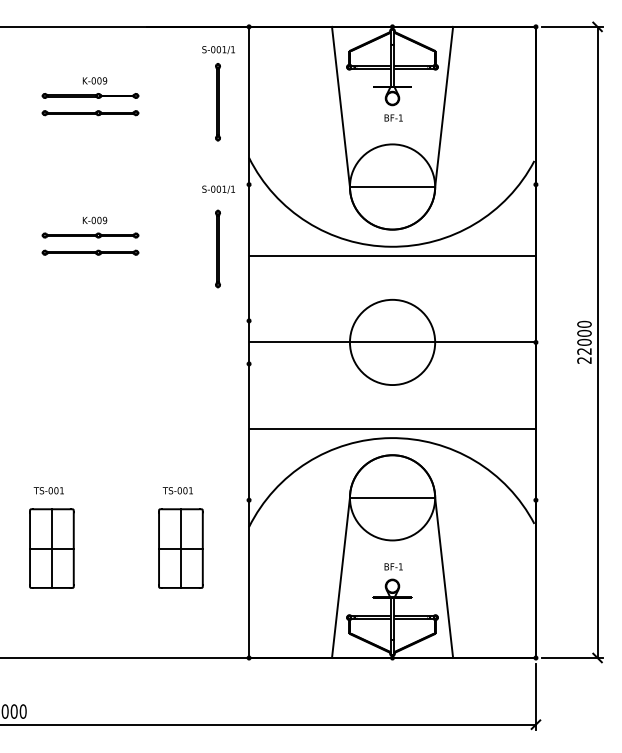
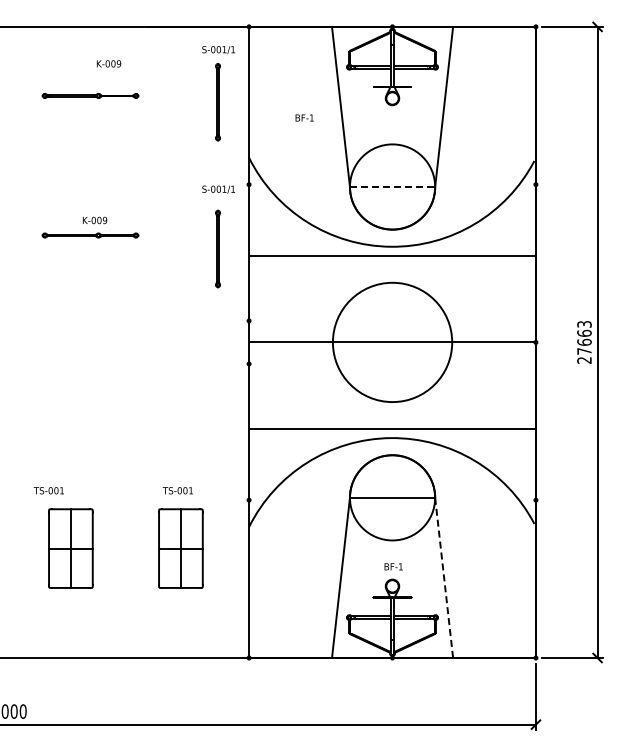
text at (94, 80) position: (94, 80) -> (108, 63)
part at (90, 113): present -> none
text at (393, 117) position: (393, 117) -> (304, 117)
line at (392, 187): solid -> dashed
part at (90, 252): present -> none
text at (584, 337): 22000 -> 27663
circle at (392, 342) diameter: 85 px -> 119 px
part at (51, 548) position: (51, 548) -> (70, 548)
line at (444, 577): solid -> dashed
